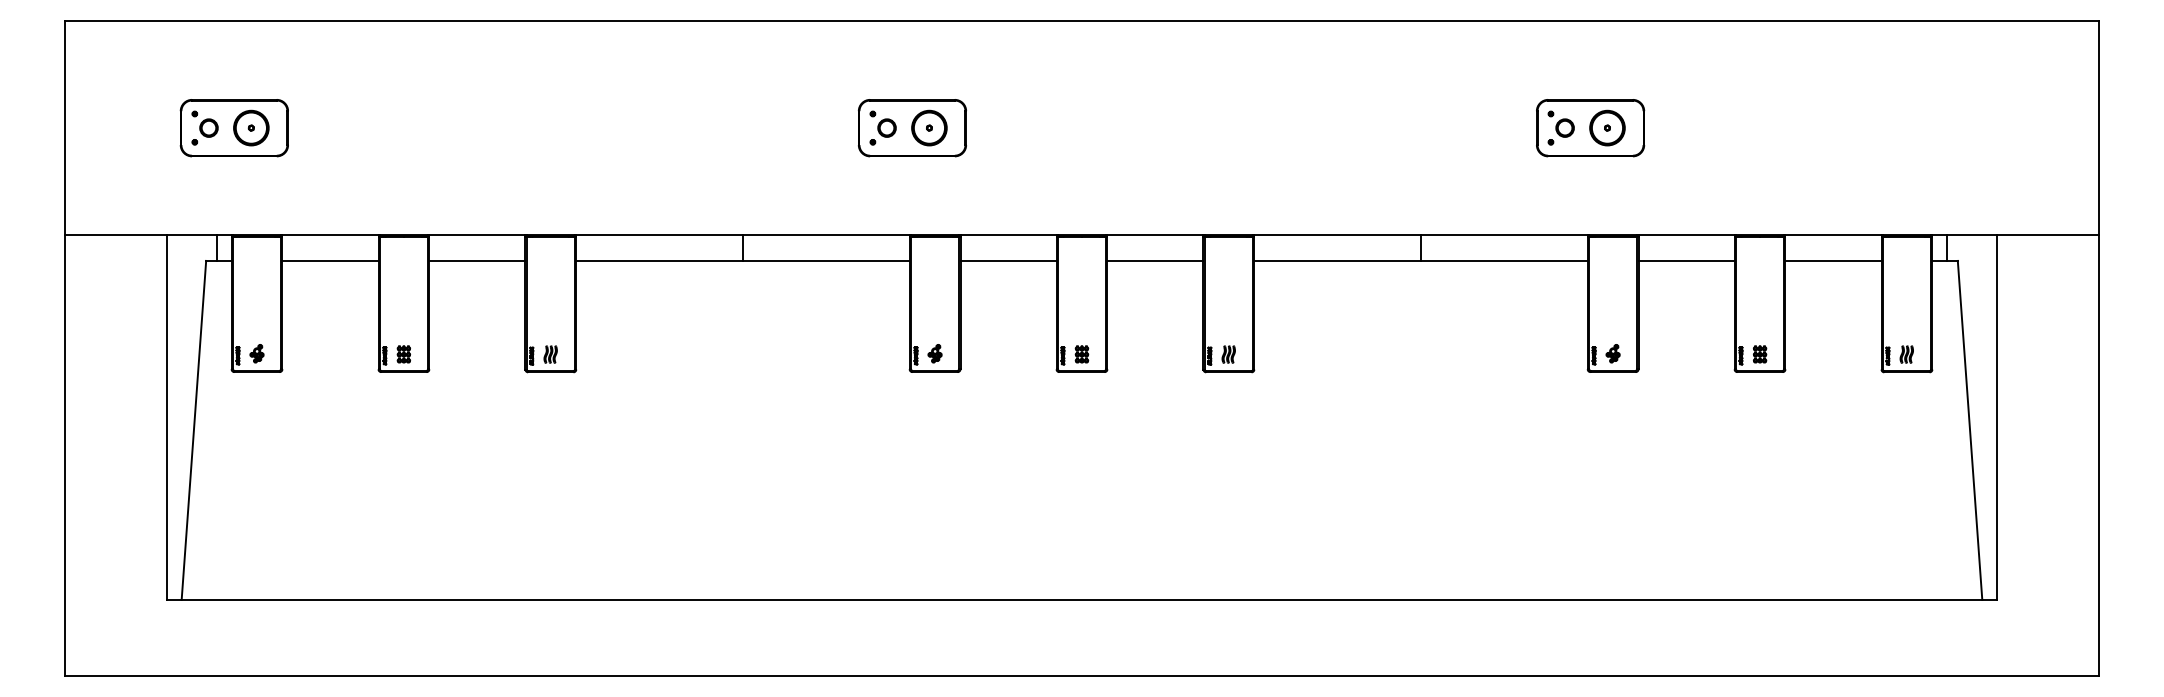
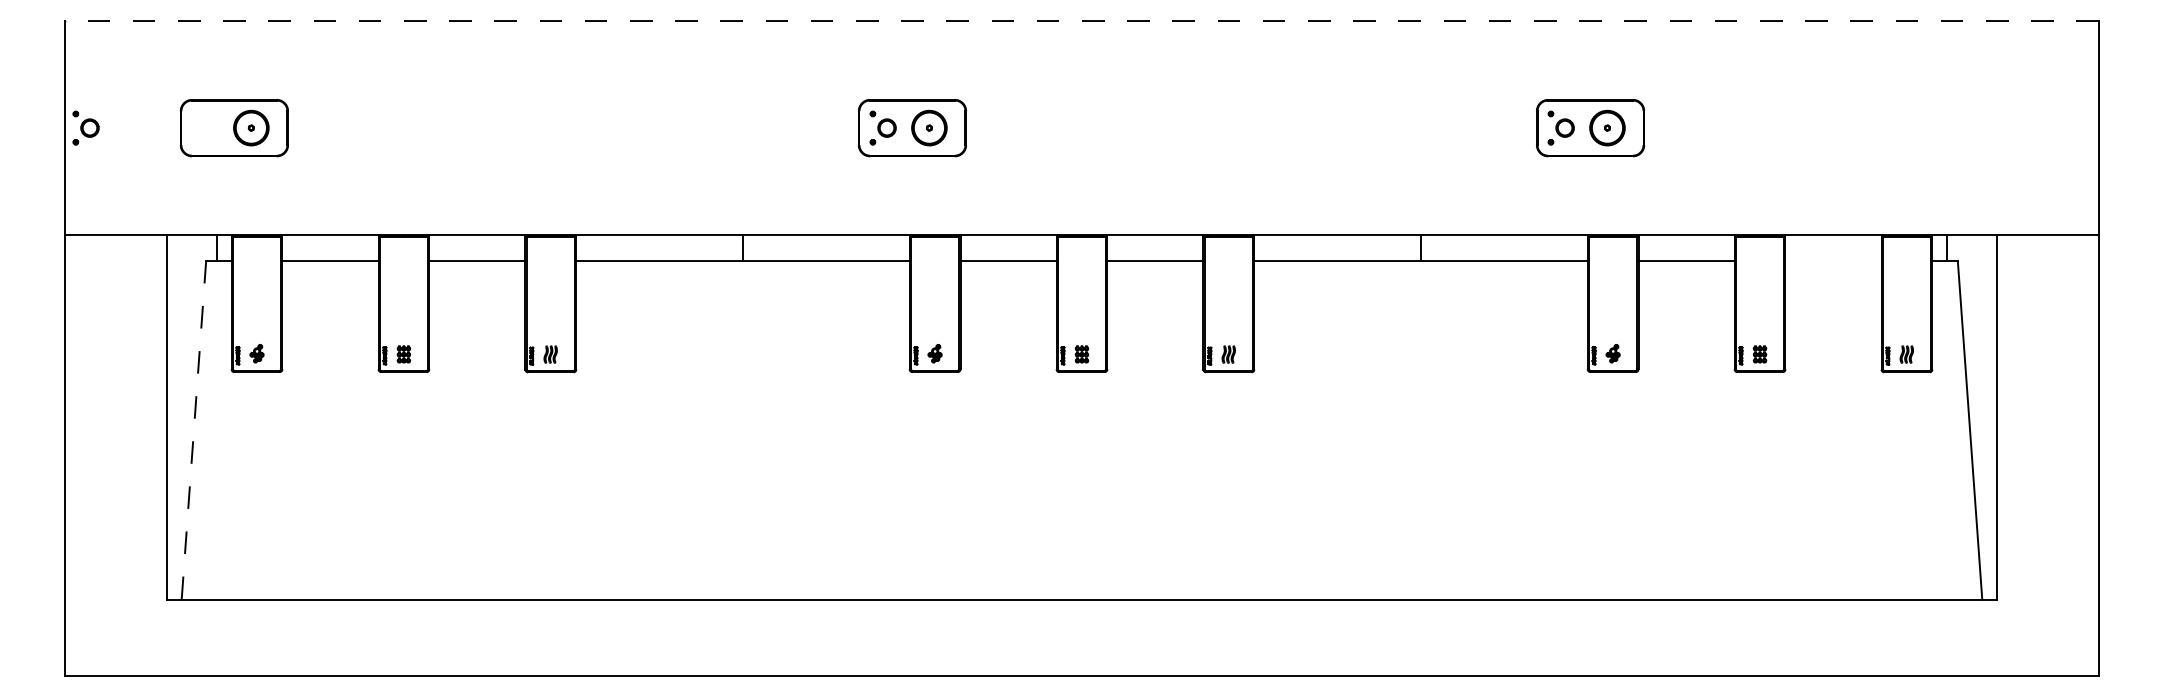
line at (1081, 20): solid -> dashed
part at (204, 127) position: (204, 127) -> (85, 127)
line at (1833, 260): present -> none
line at (193, 430): solid -> dashed
